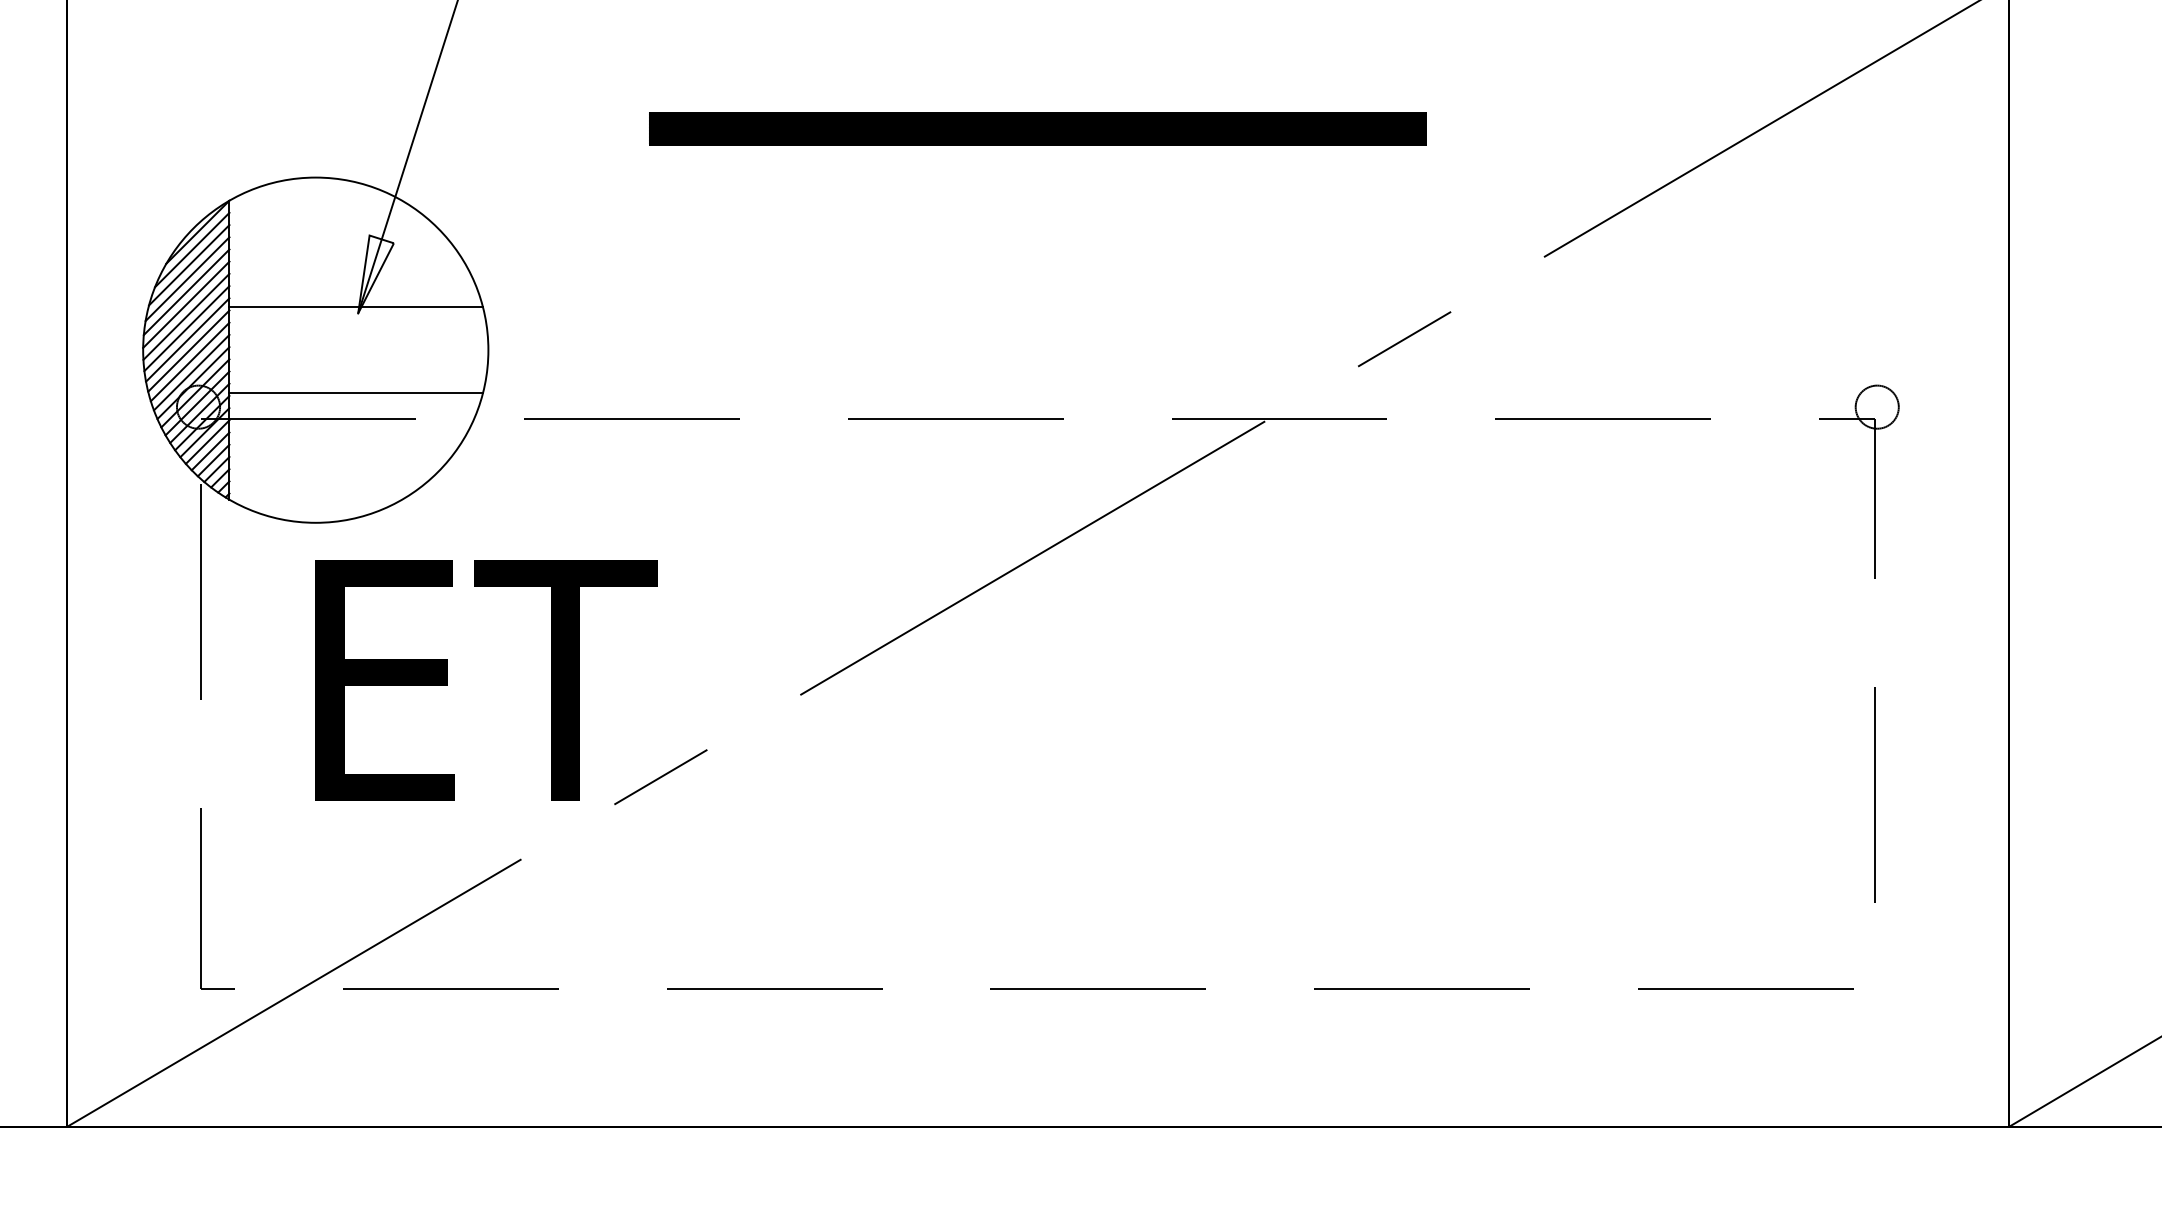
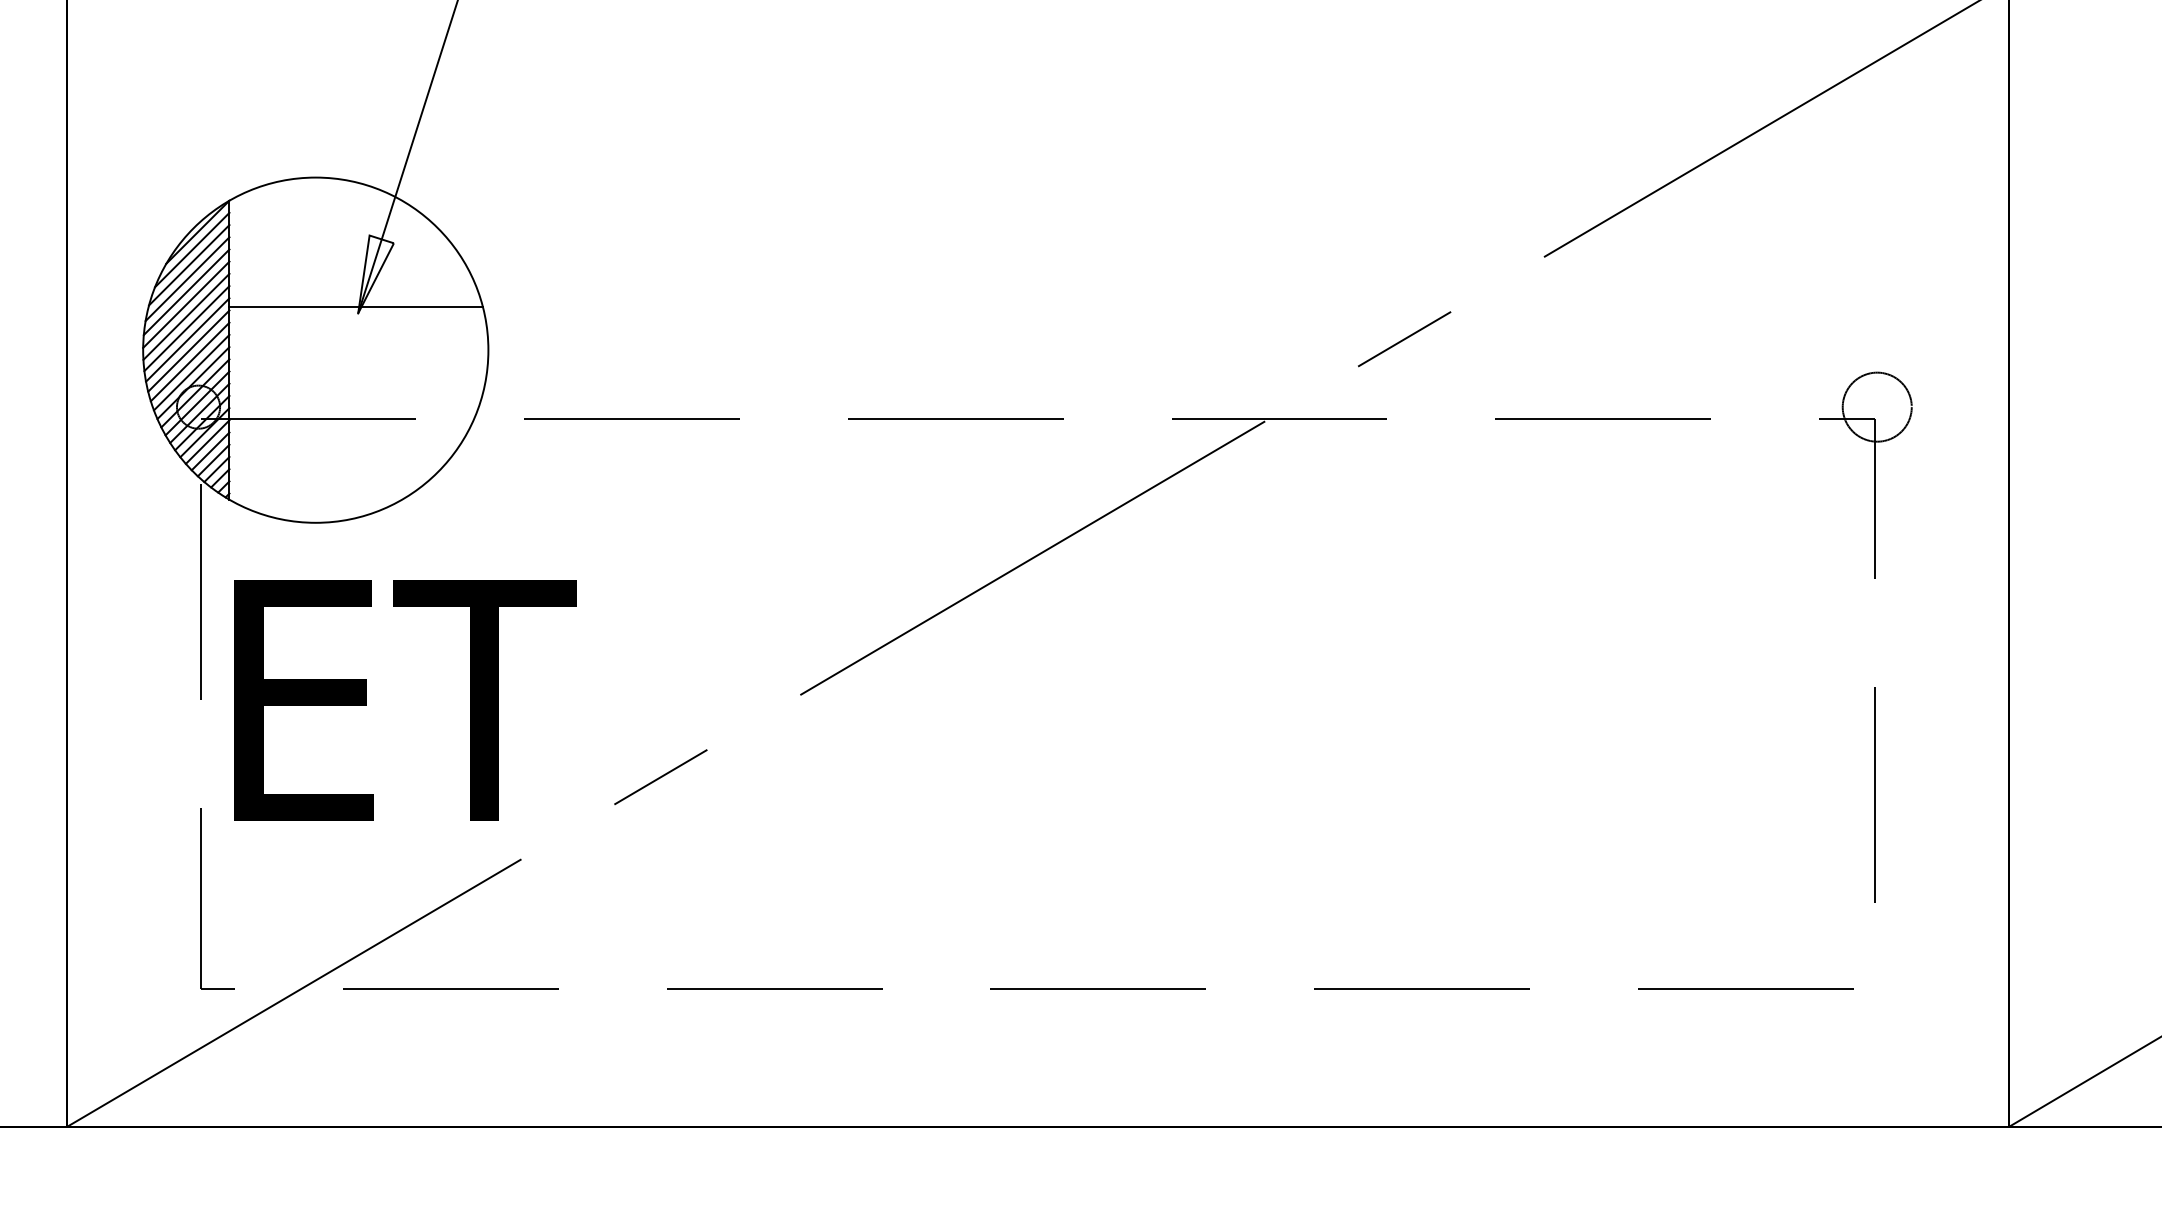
part at (1037, 128): present -> none
line at (355, 393): present -> none
circle at (1876, 406) diameter: 43 px -> 69 px
text at (486, 680) position: (486, 680) -> (405, 700)
